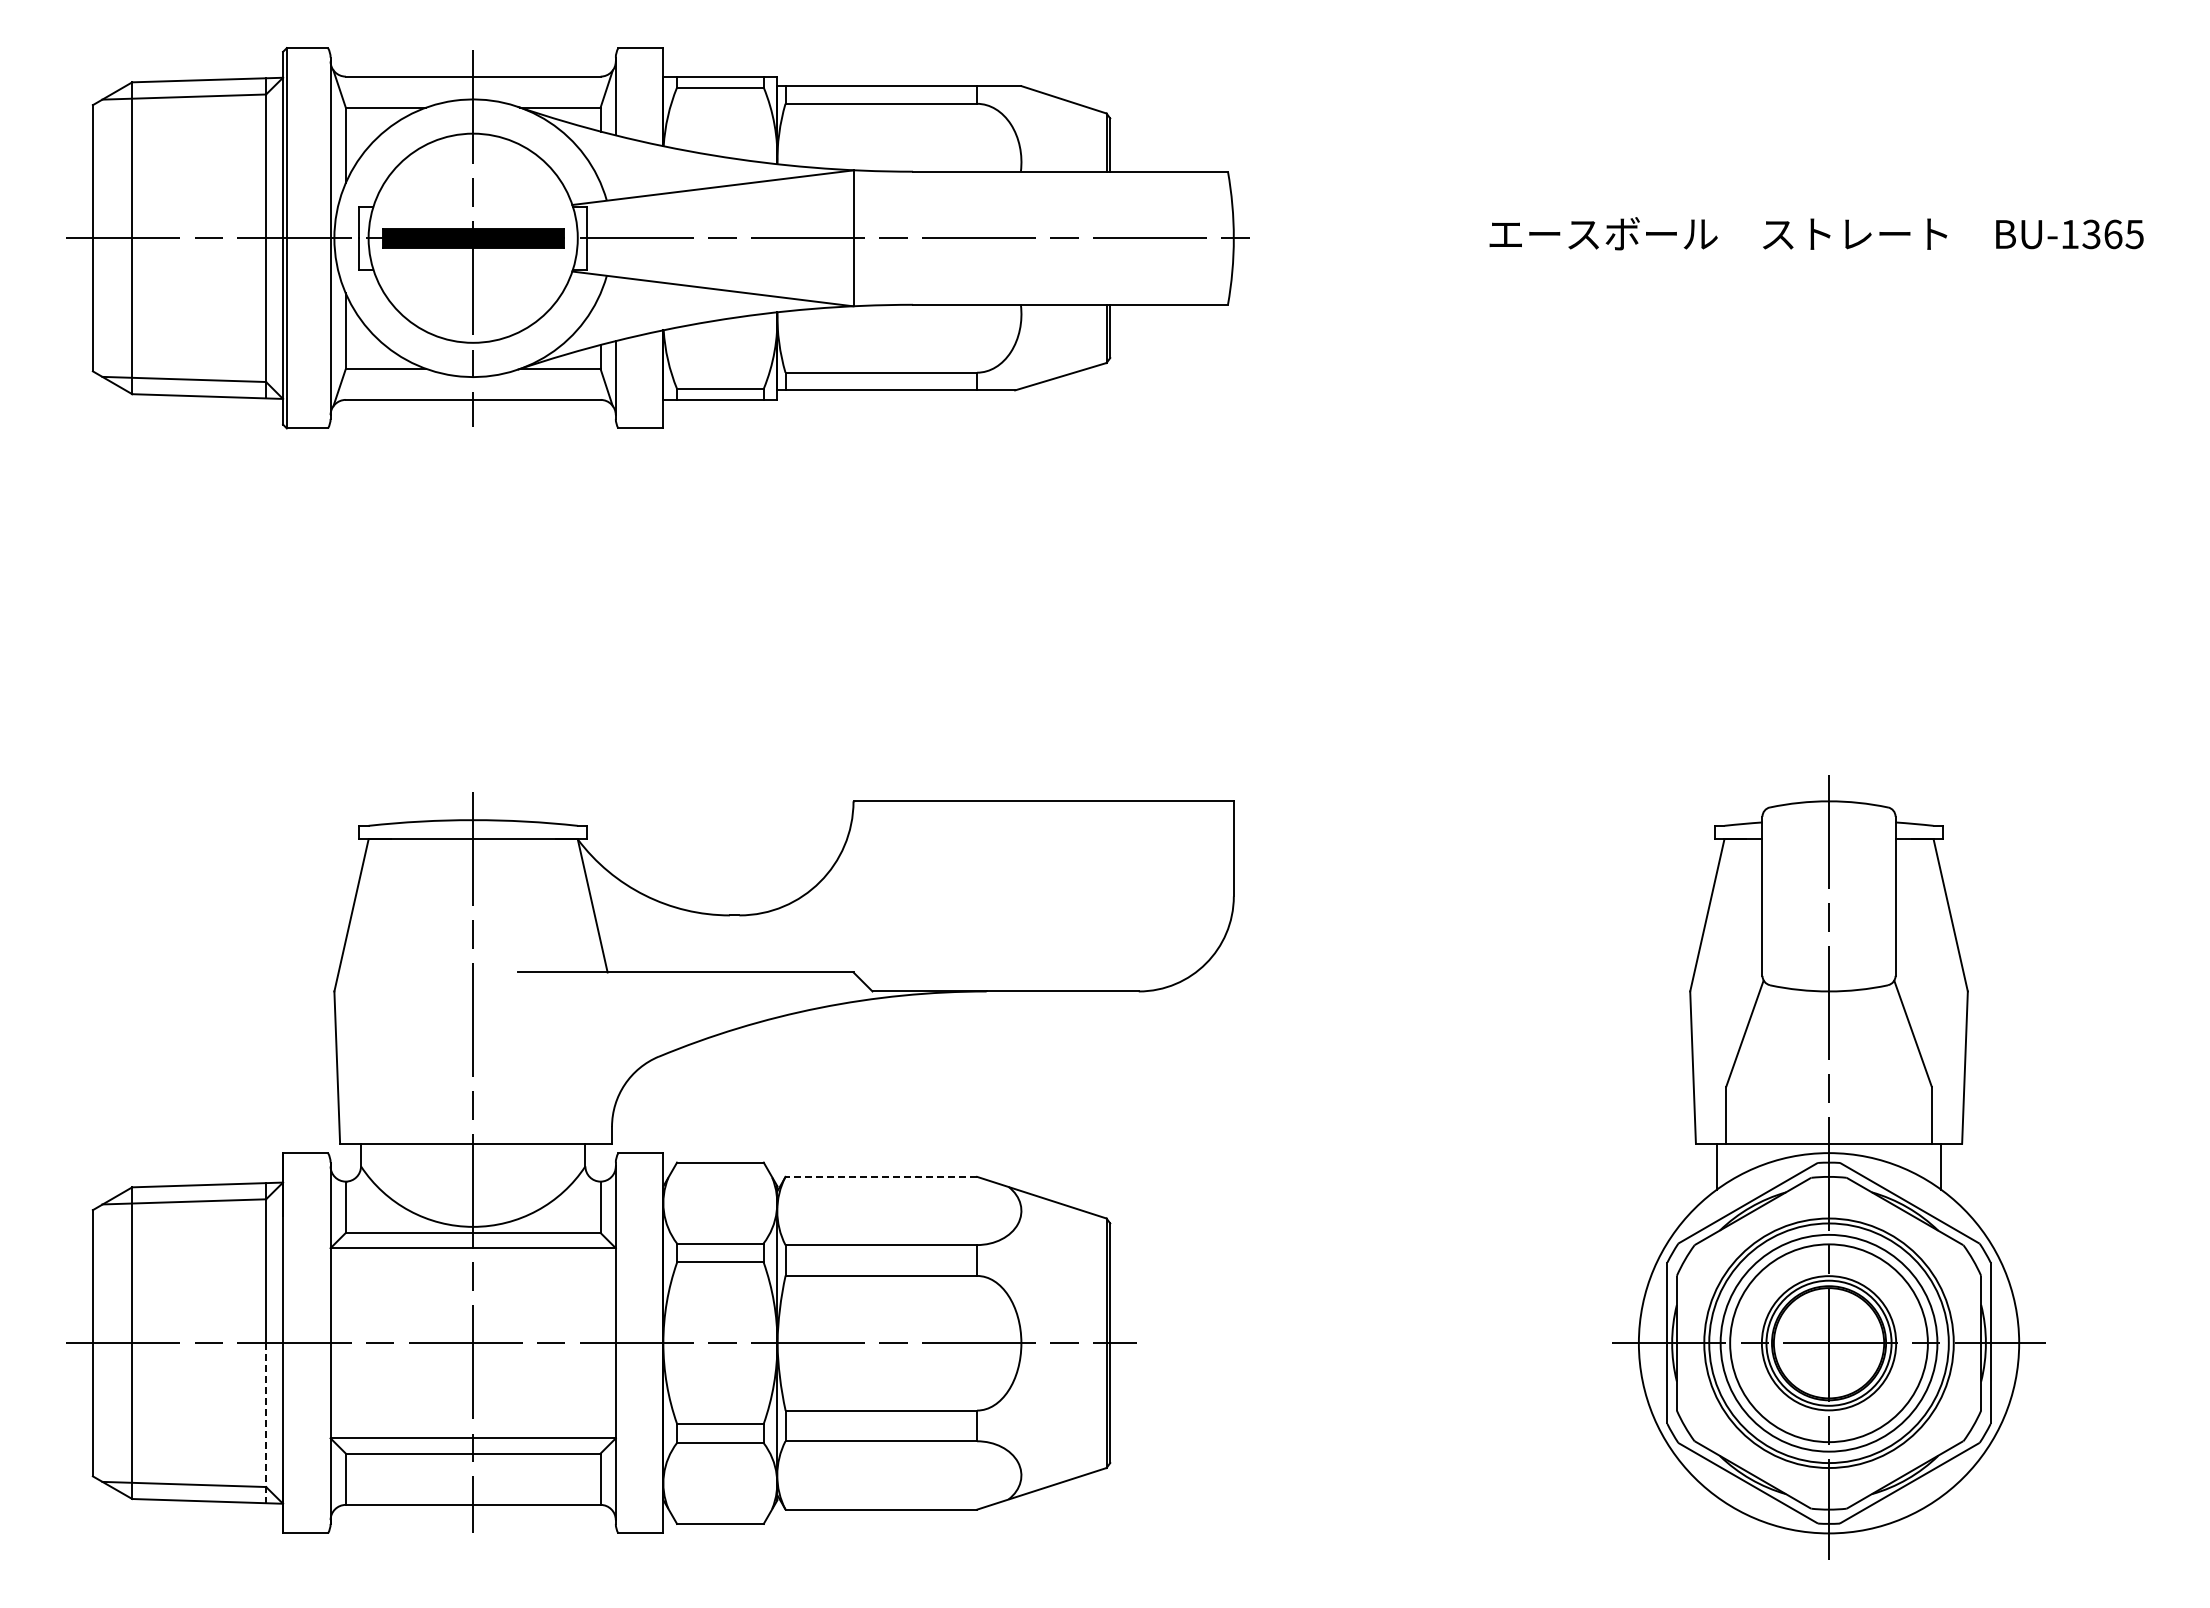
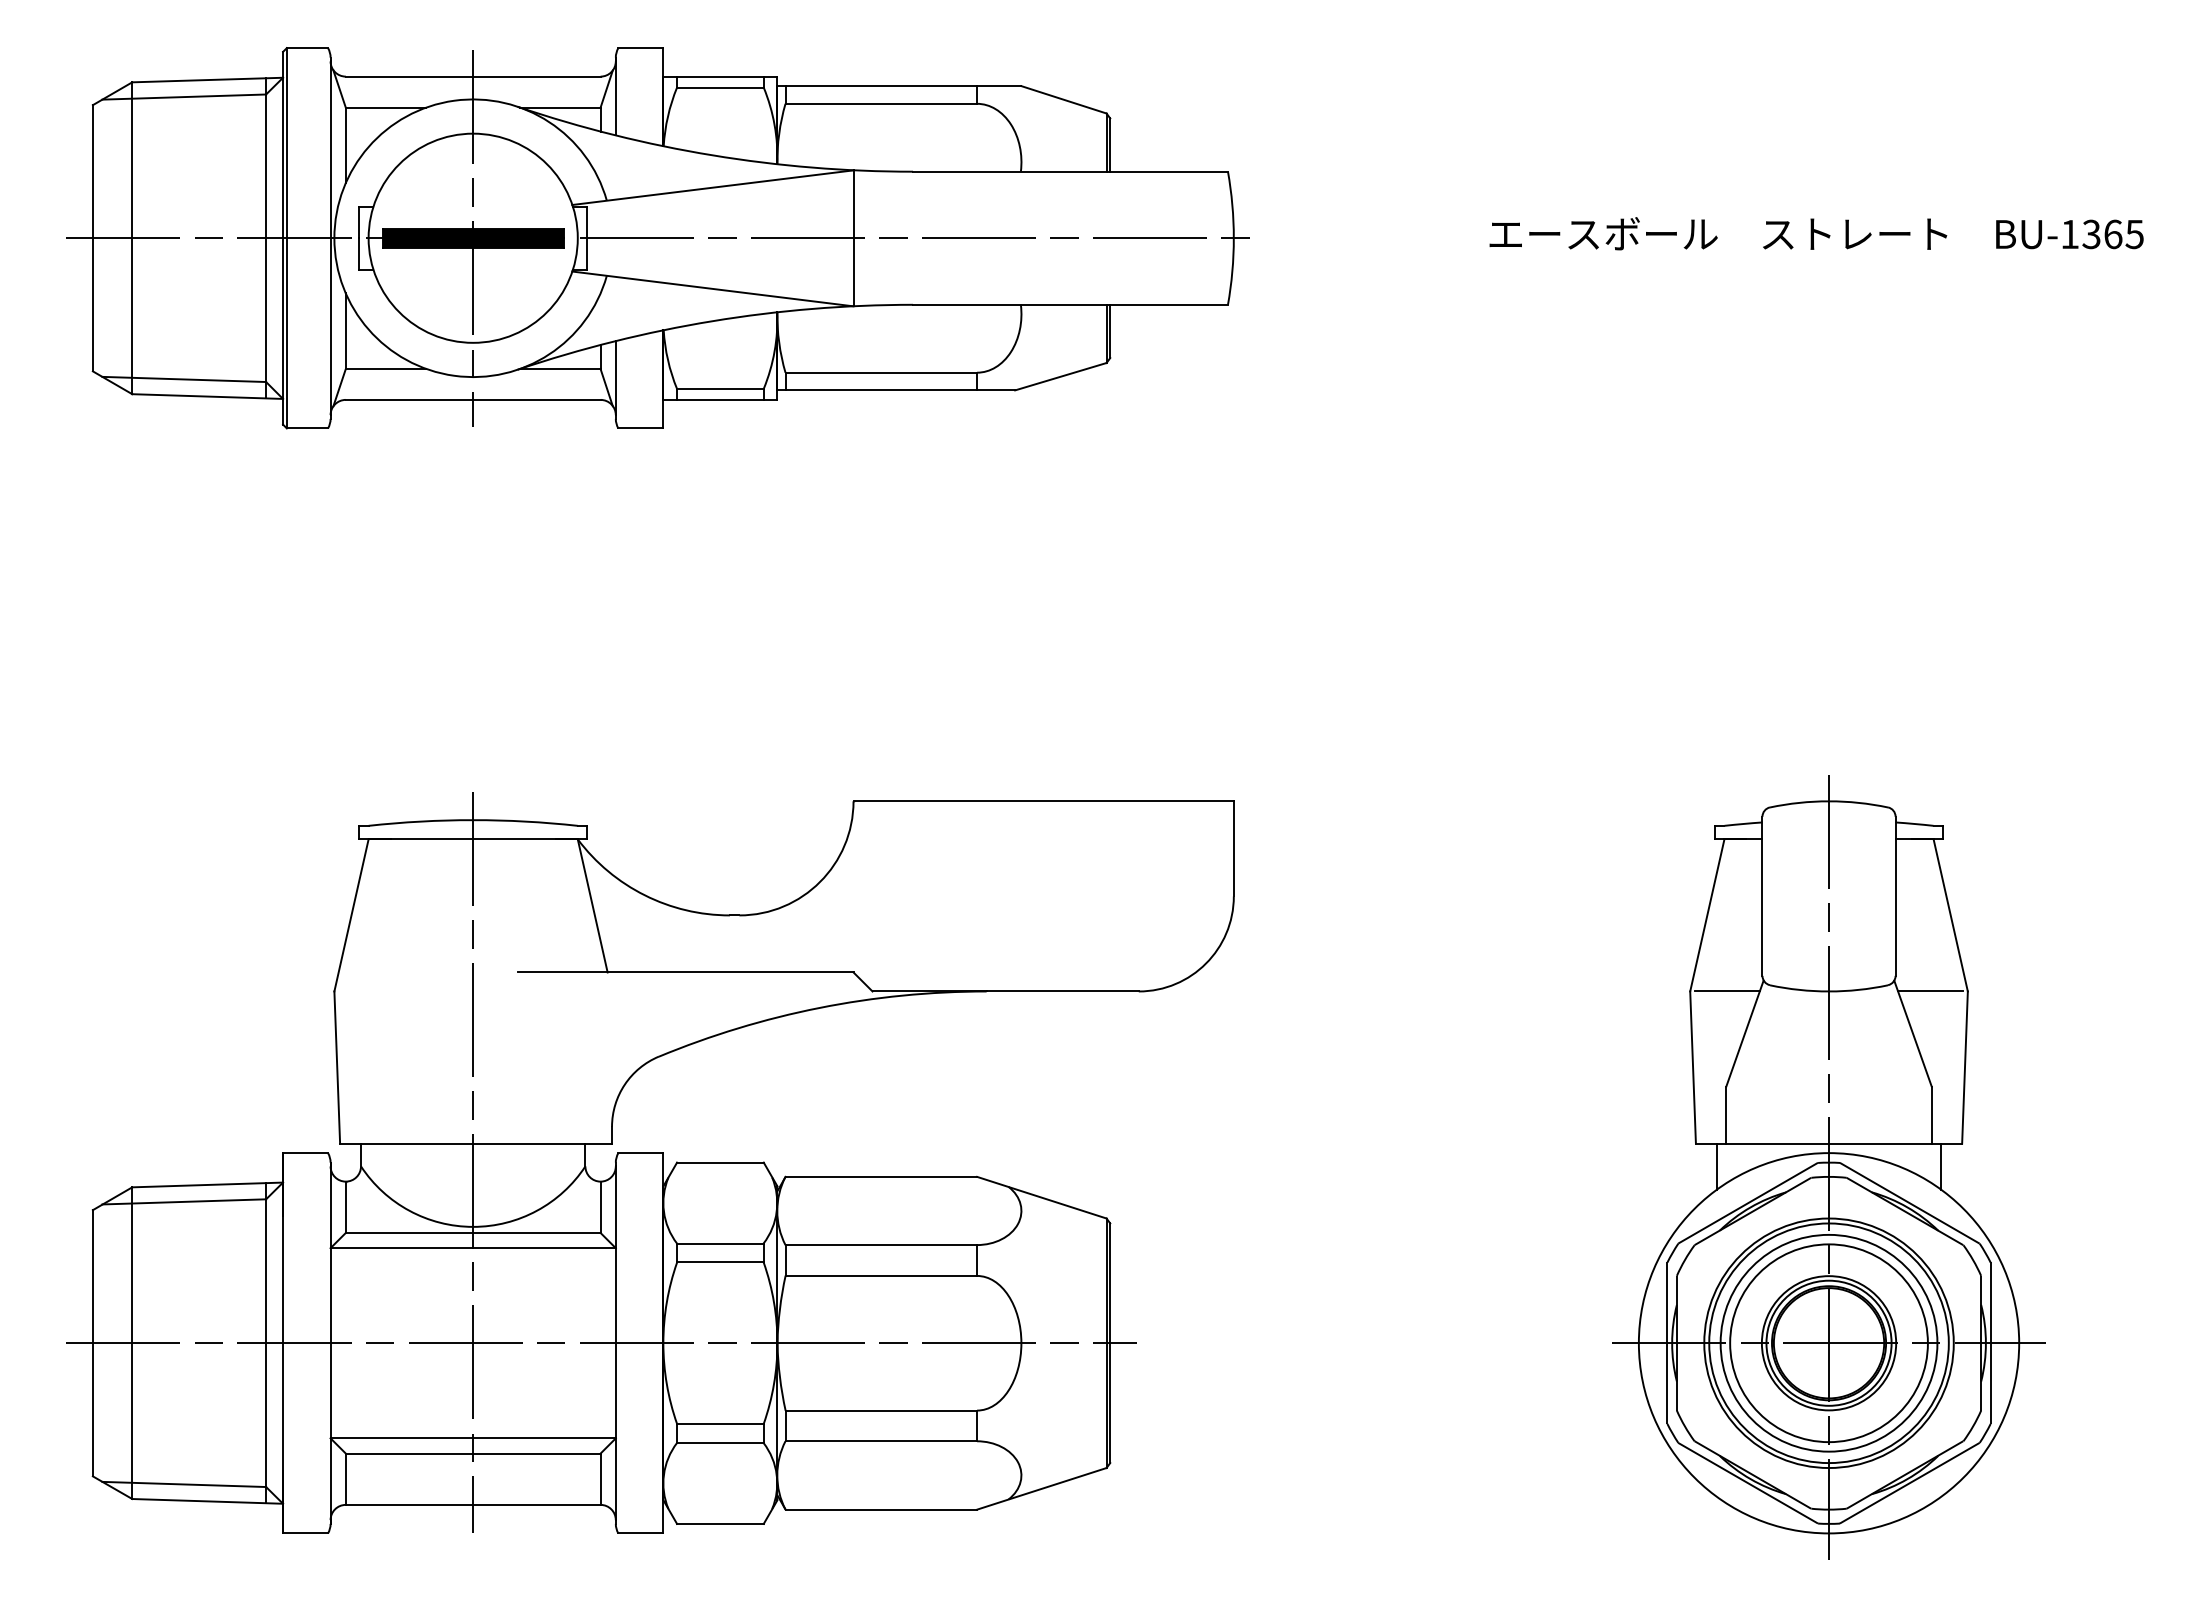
line at (1726, 991): none -> present
line at (1930, 991): none -> present
line at (881, 1176): dashed -> solid
line at (266, 1423): dashed -> solid
